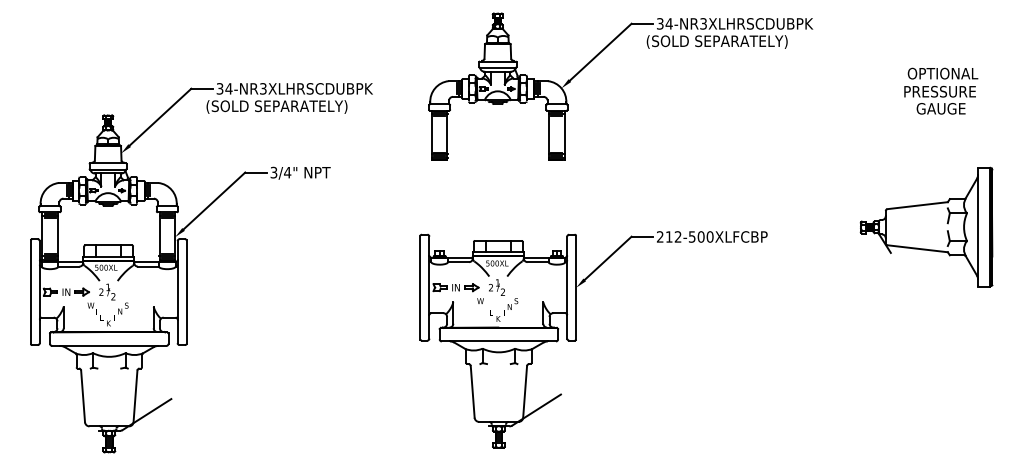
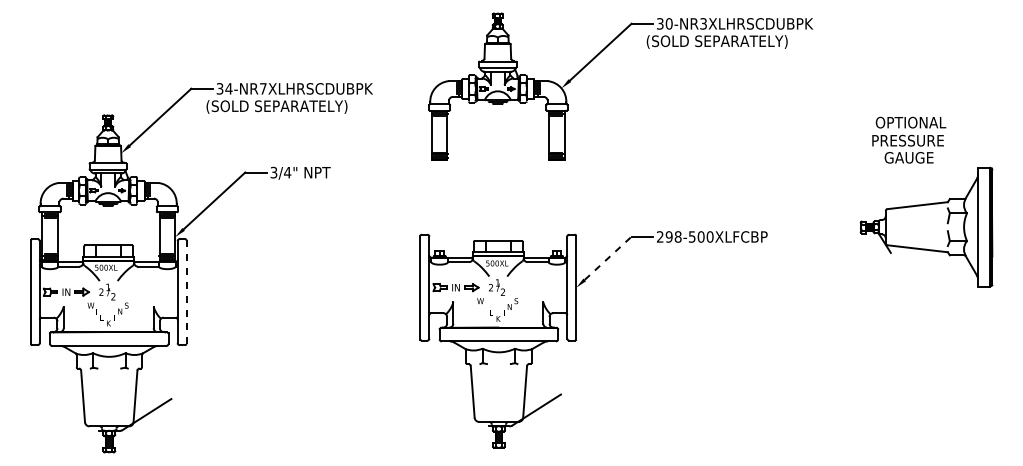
text at (668, 23): 34-NR3XLHRSCDUBPK -> 30-NR3XLHRSCDUBPK
text at (263, 88): 34-NR3XLHRSCDUBPK -> 34-NR7XLHRSCDUBPK
text at (941, 90) position: (941, 90) -> (909, 139)
text at (673, 236): 212-500XLFCBP -> 298-500XLFCBP
line at (608, 258): solid -> dashed
line at (186, 292): solid -> dashed
